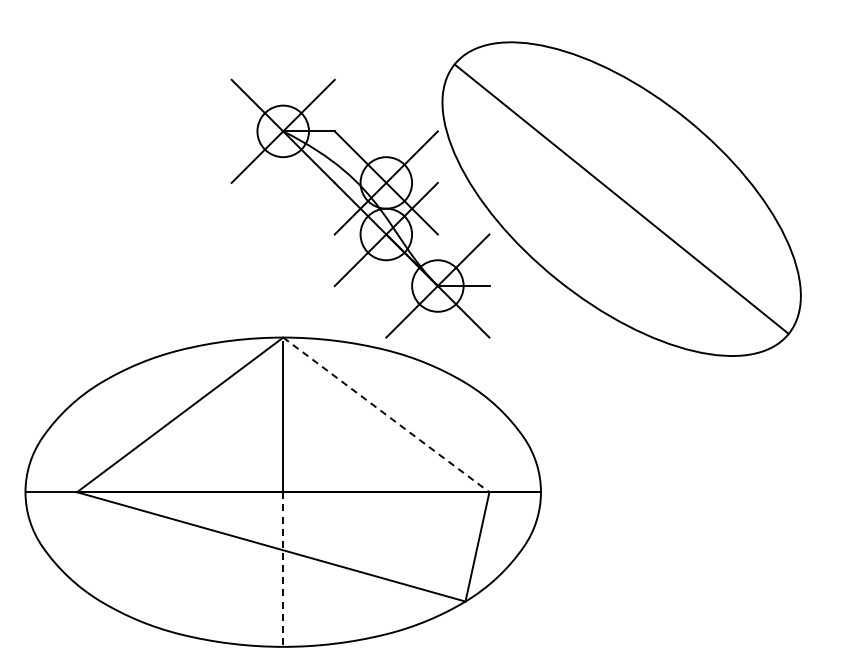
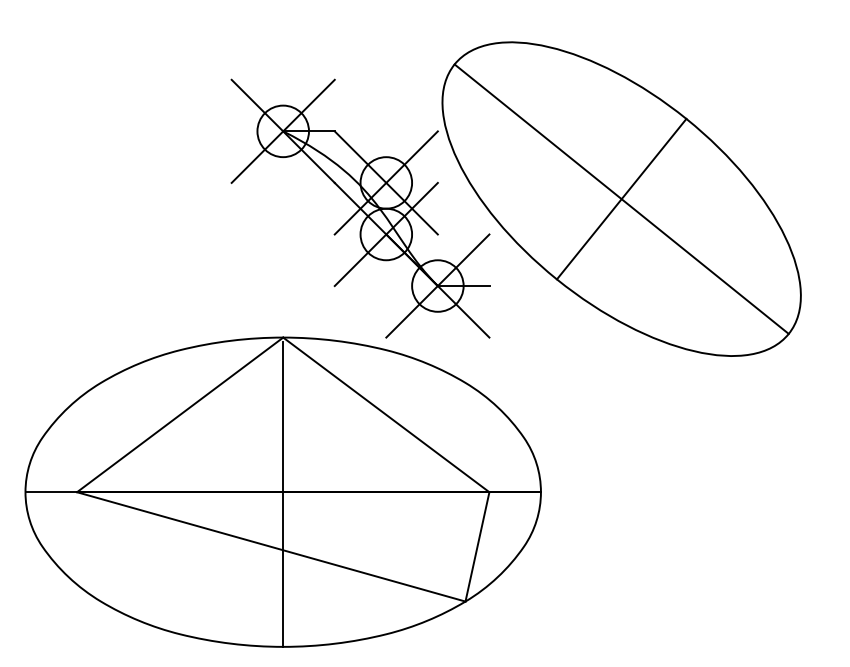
line at (621, 198): none -> present
line at (386, 414): dashed -> solid
line at (283, 570): dashed -> solid
